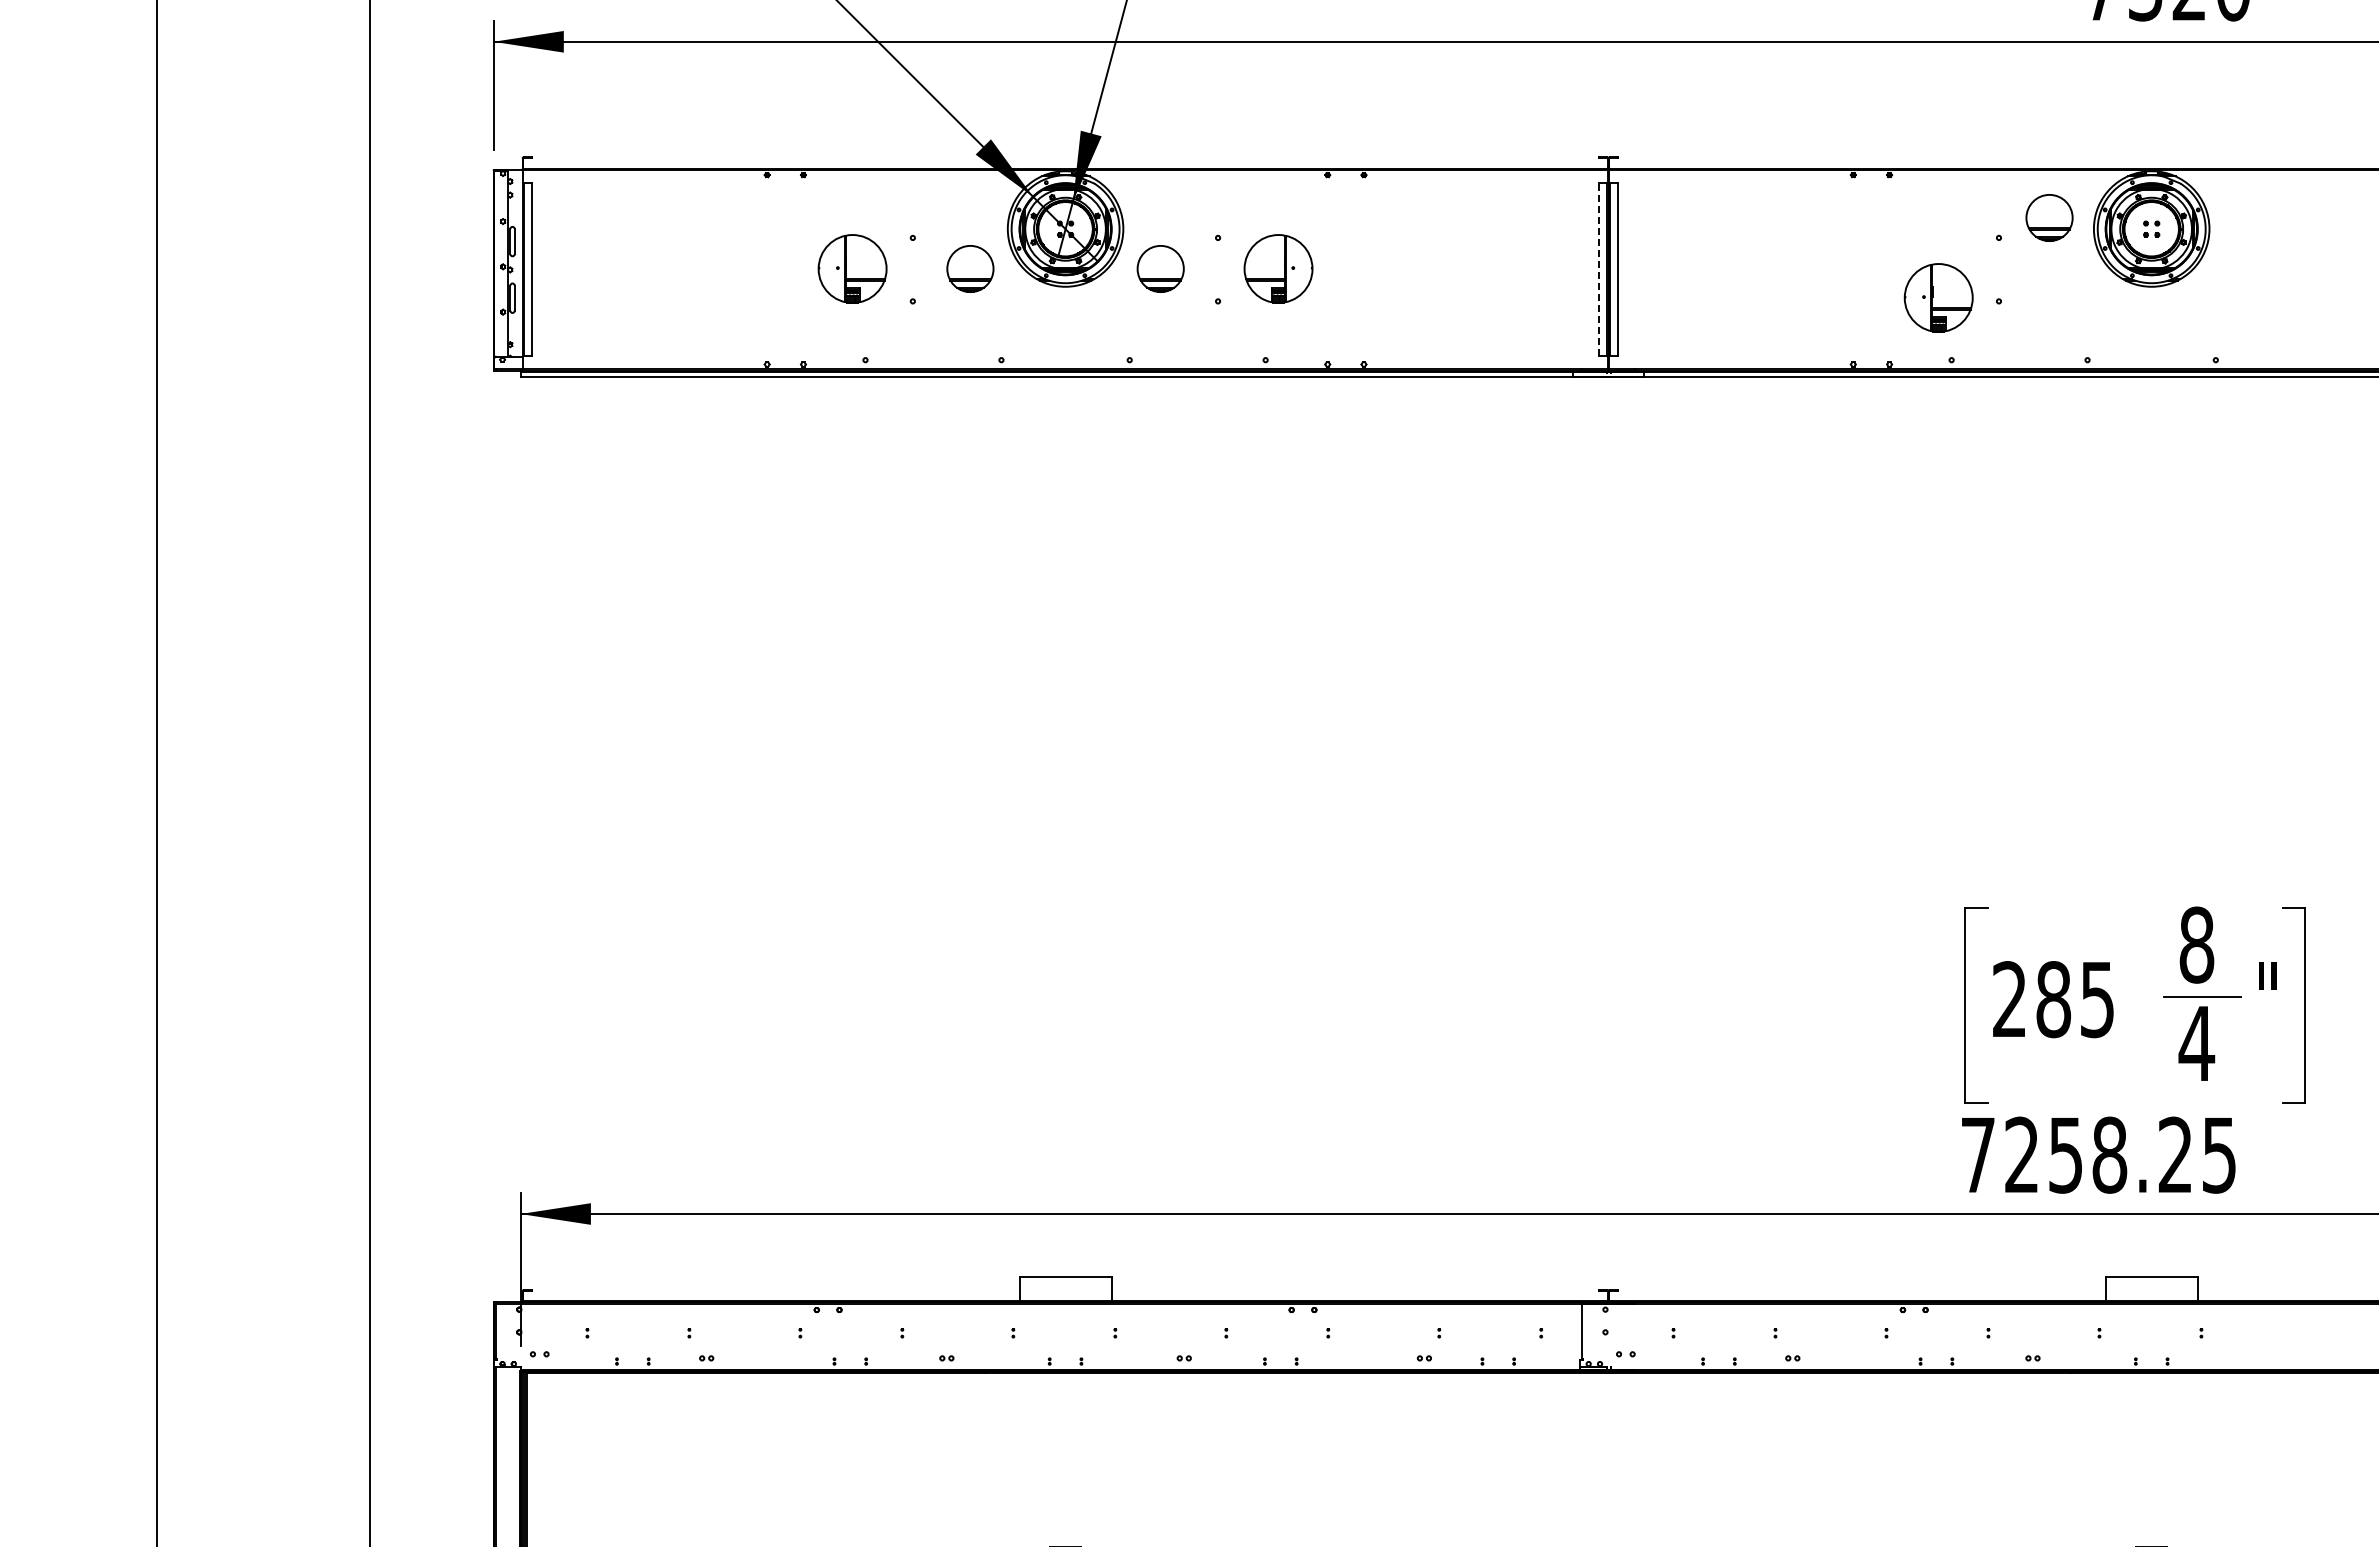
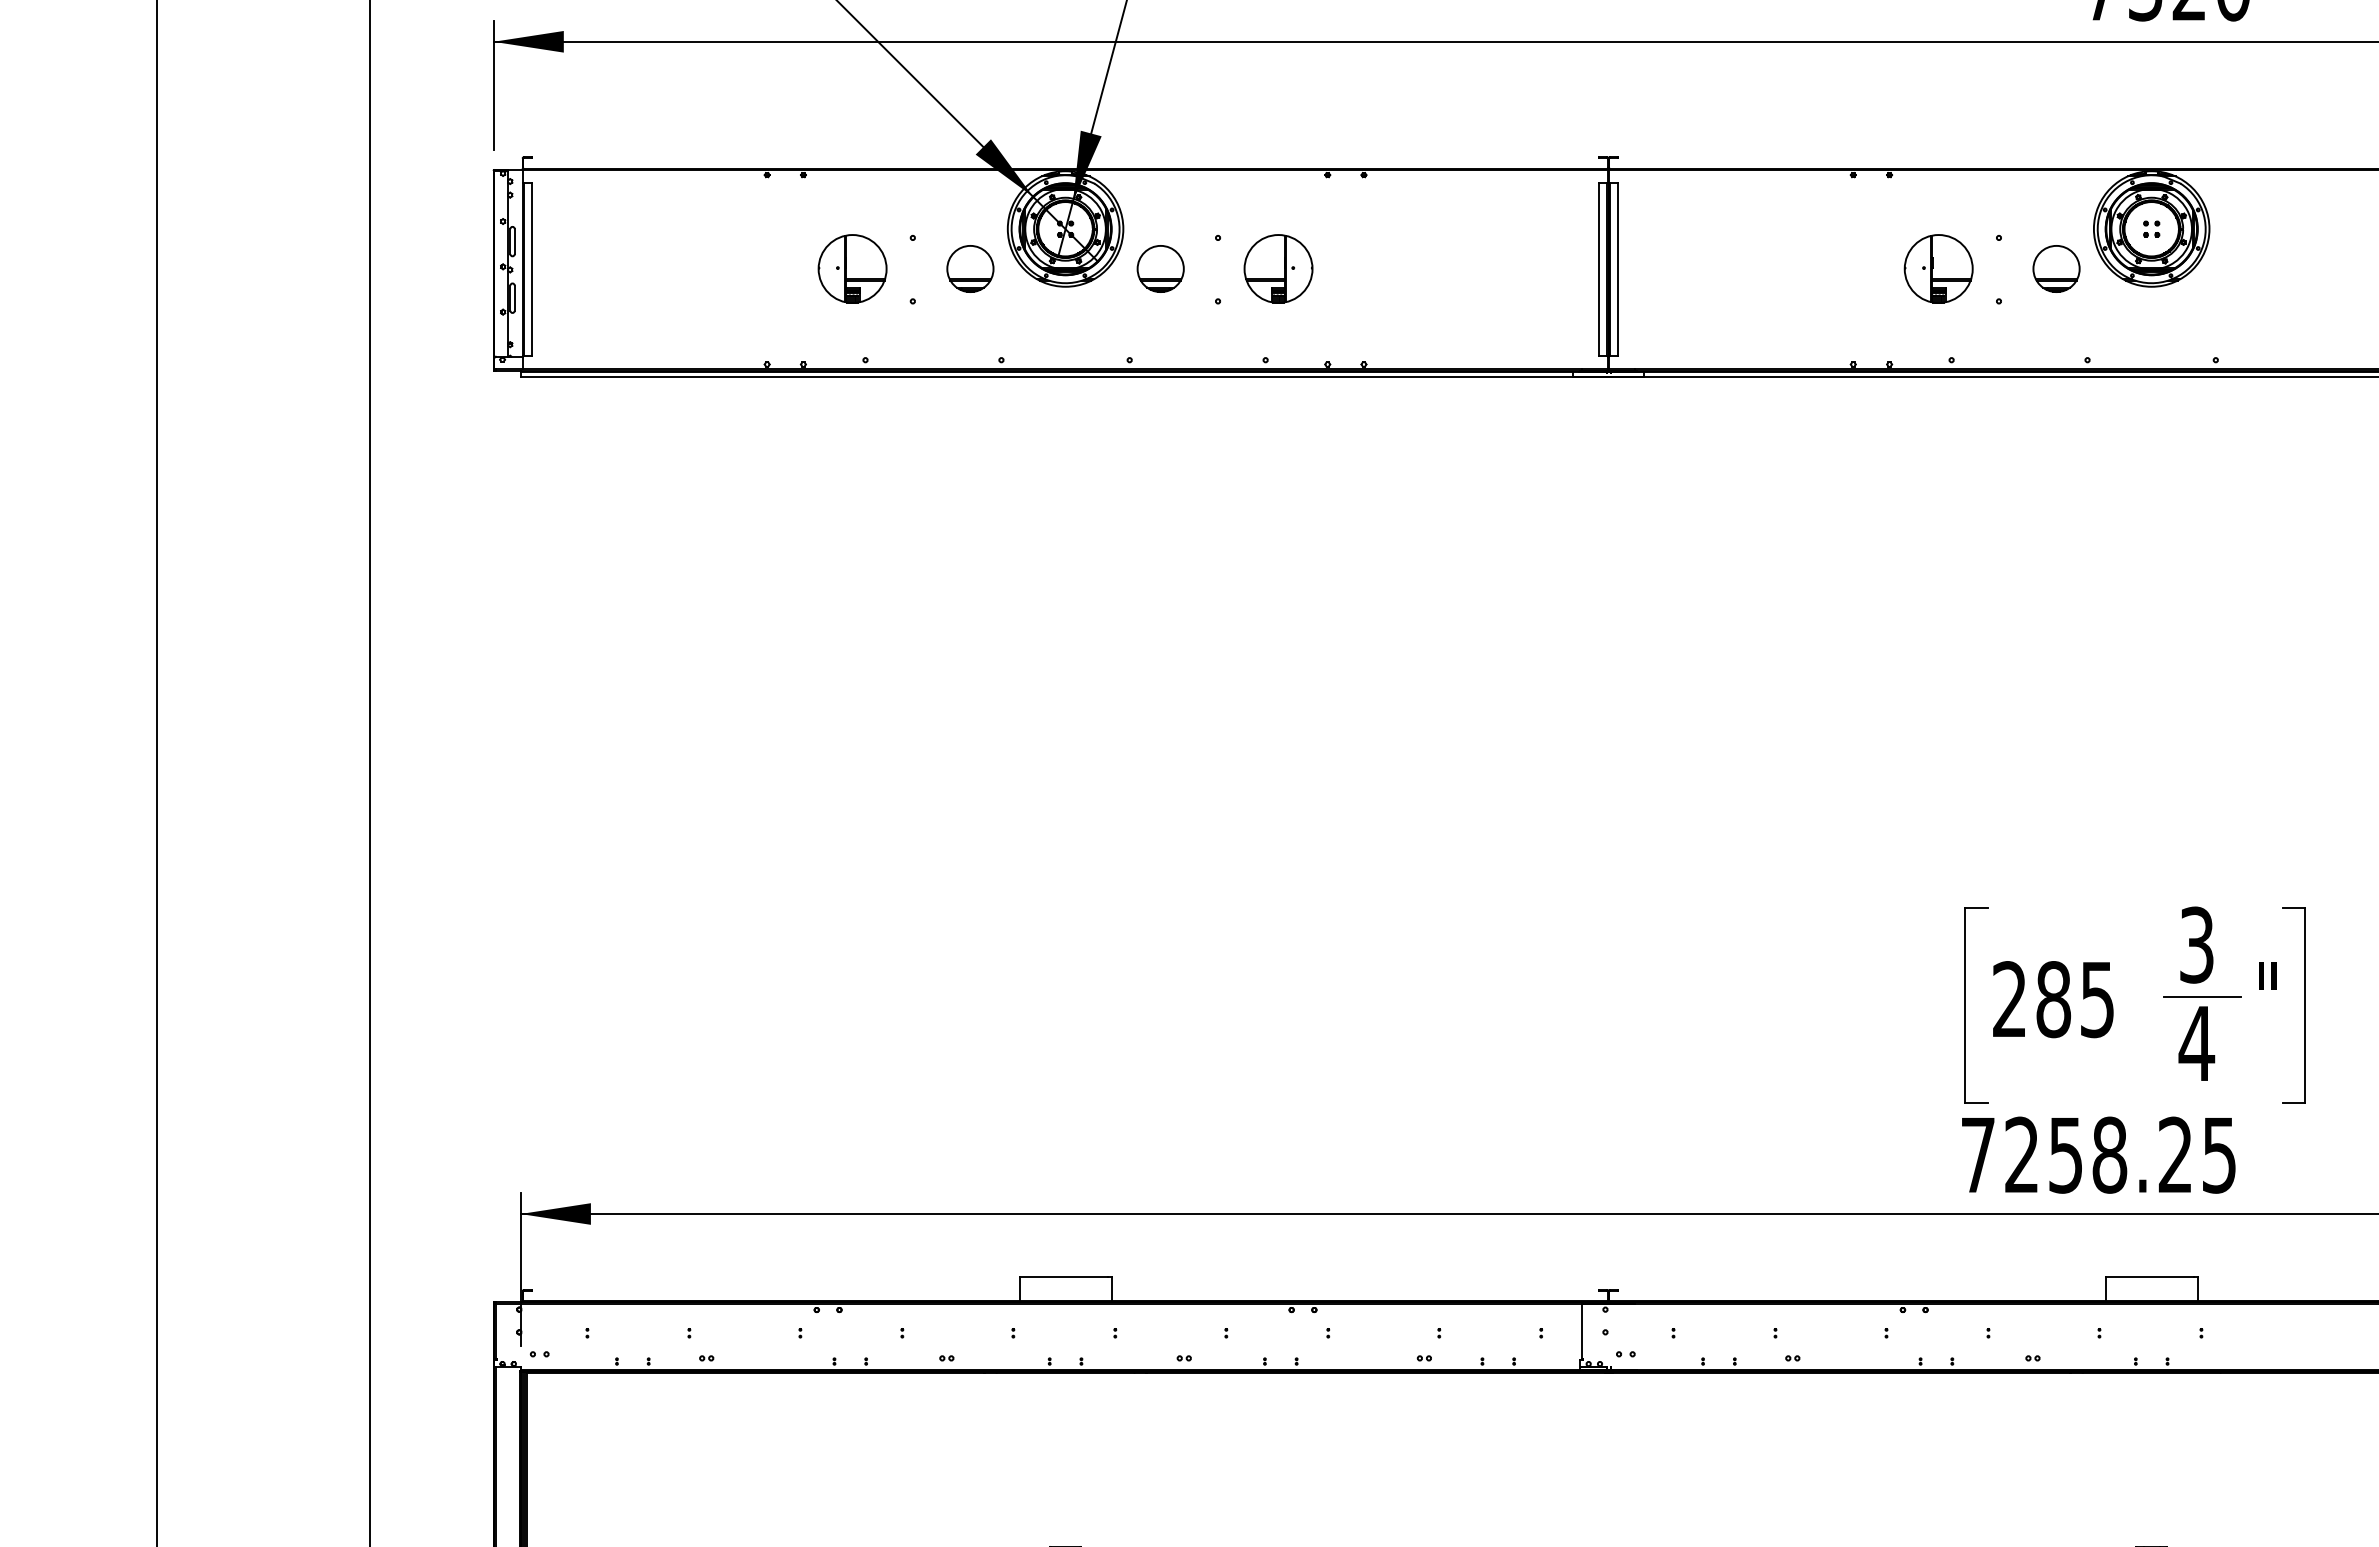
part at (2049, 217) position: (2049, 217) -> (2056, 268)
line at (1599, 269): dashed -> solid
part at (1938, 297) position: (1938, 297) -> (1938, 268)
text at (2196, 944): 8 -> 3
